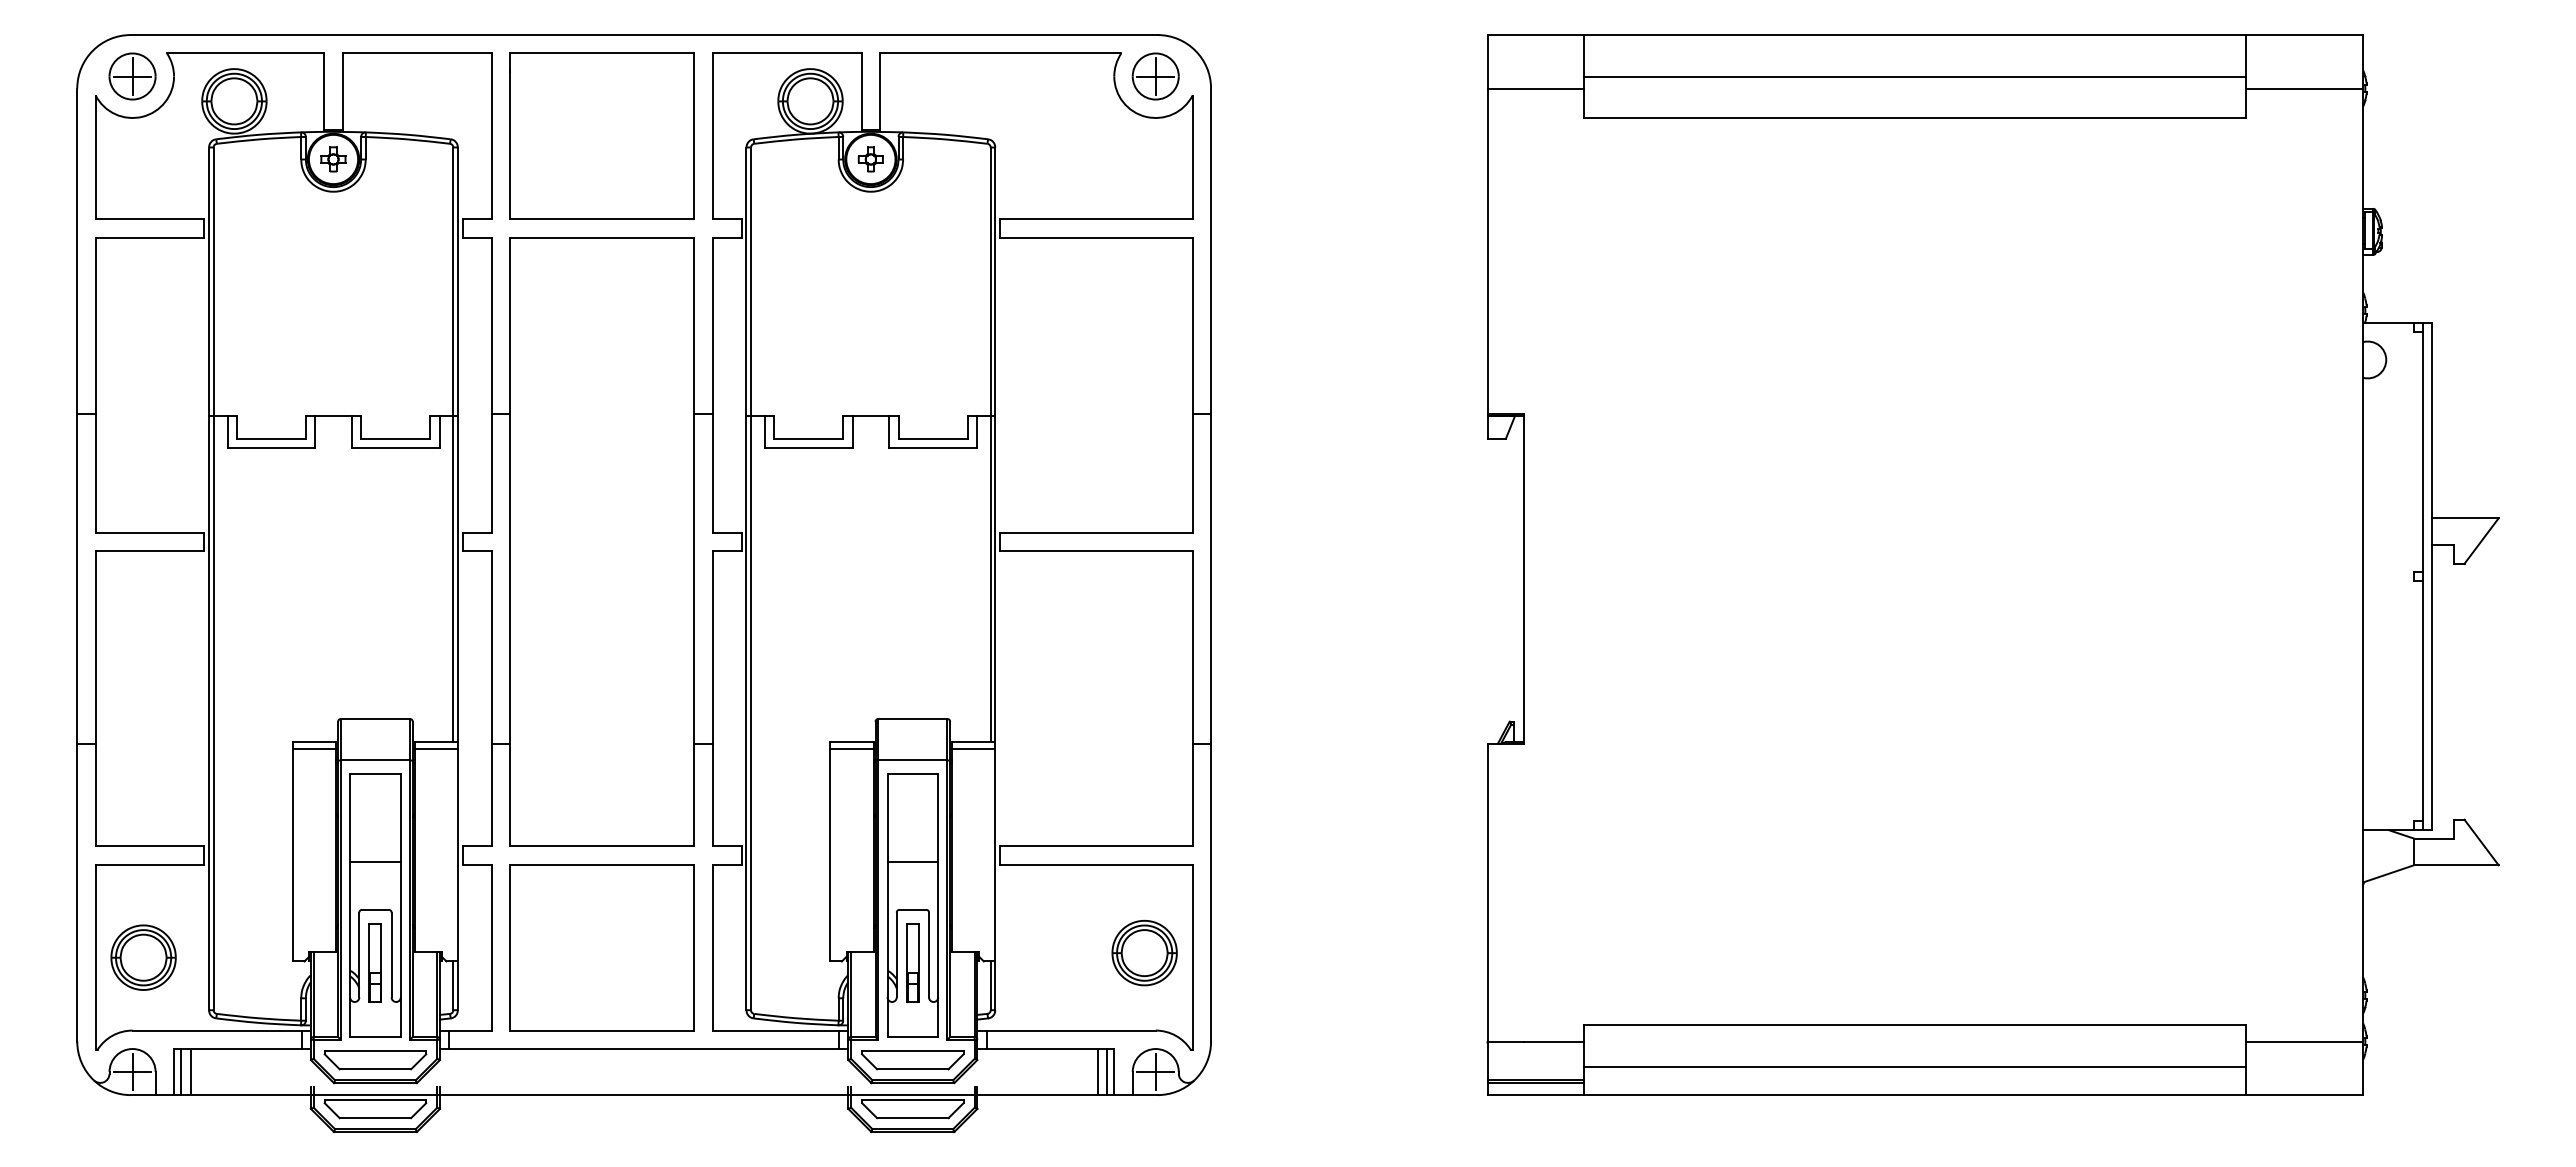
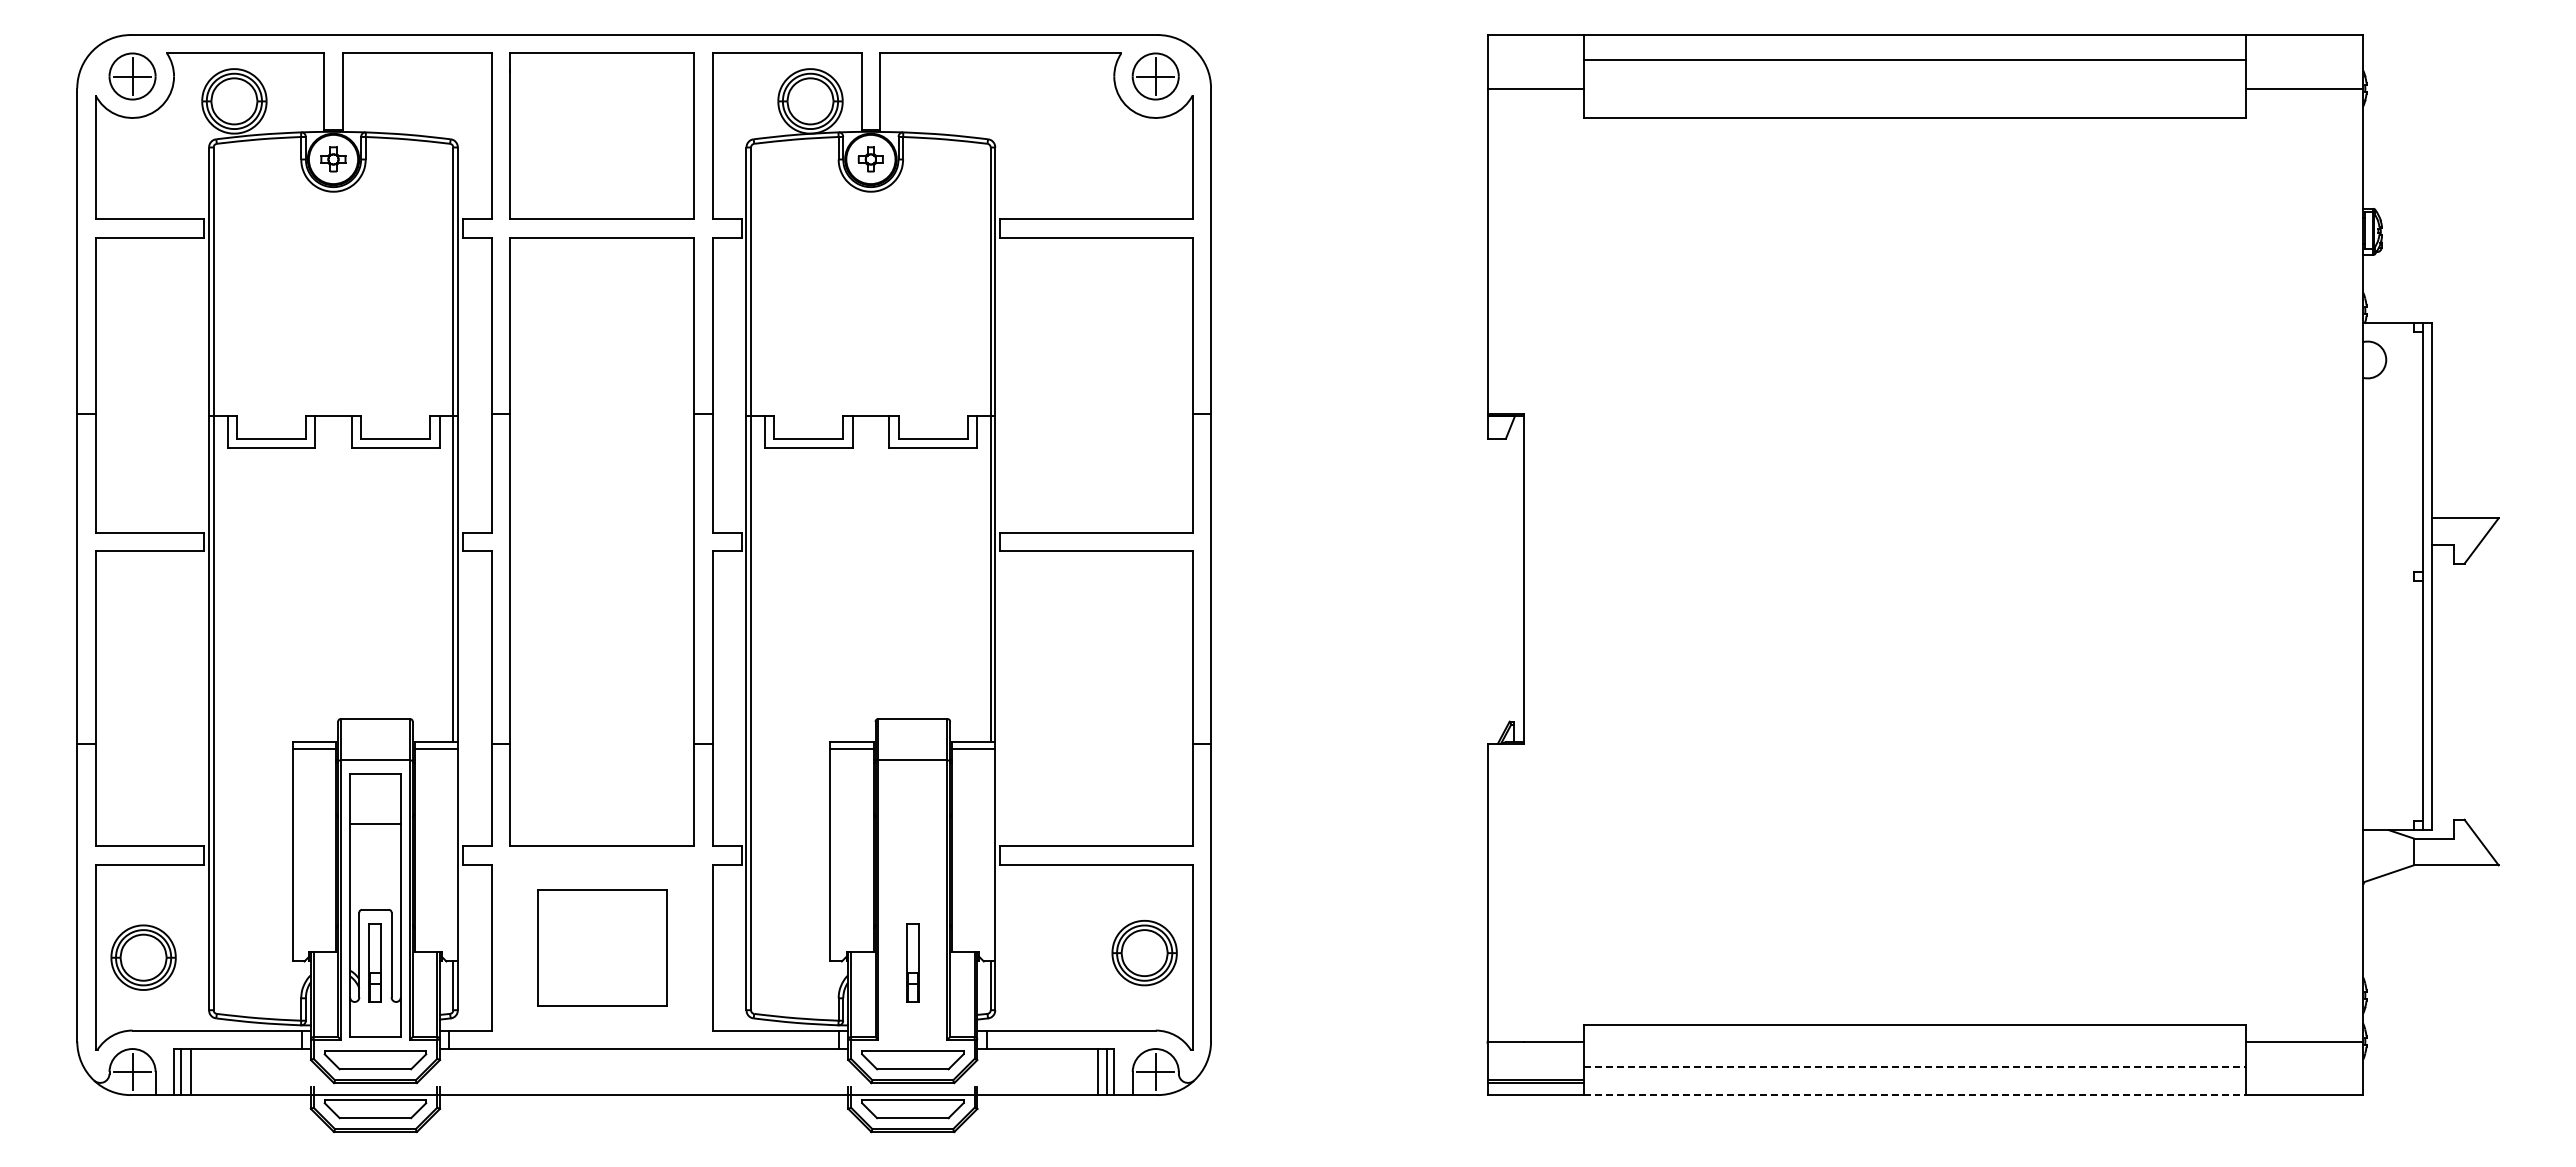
line at (1915, 76) position: (1915, 76) -> (1915, 59)
line at (375, 861) position: (375, 861) -> (375, 823)
part at (912, 905): present -> none
part at (601, 947) size: 186x168 px -> 131x118 px
line at (1915, 1066): solid -> dashed
line at (1915, 1095): solid -> dashed
